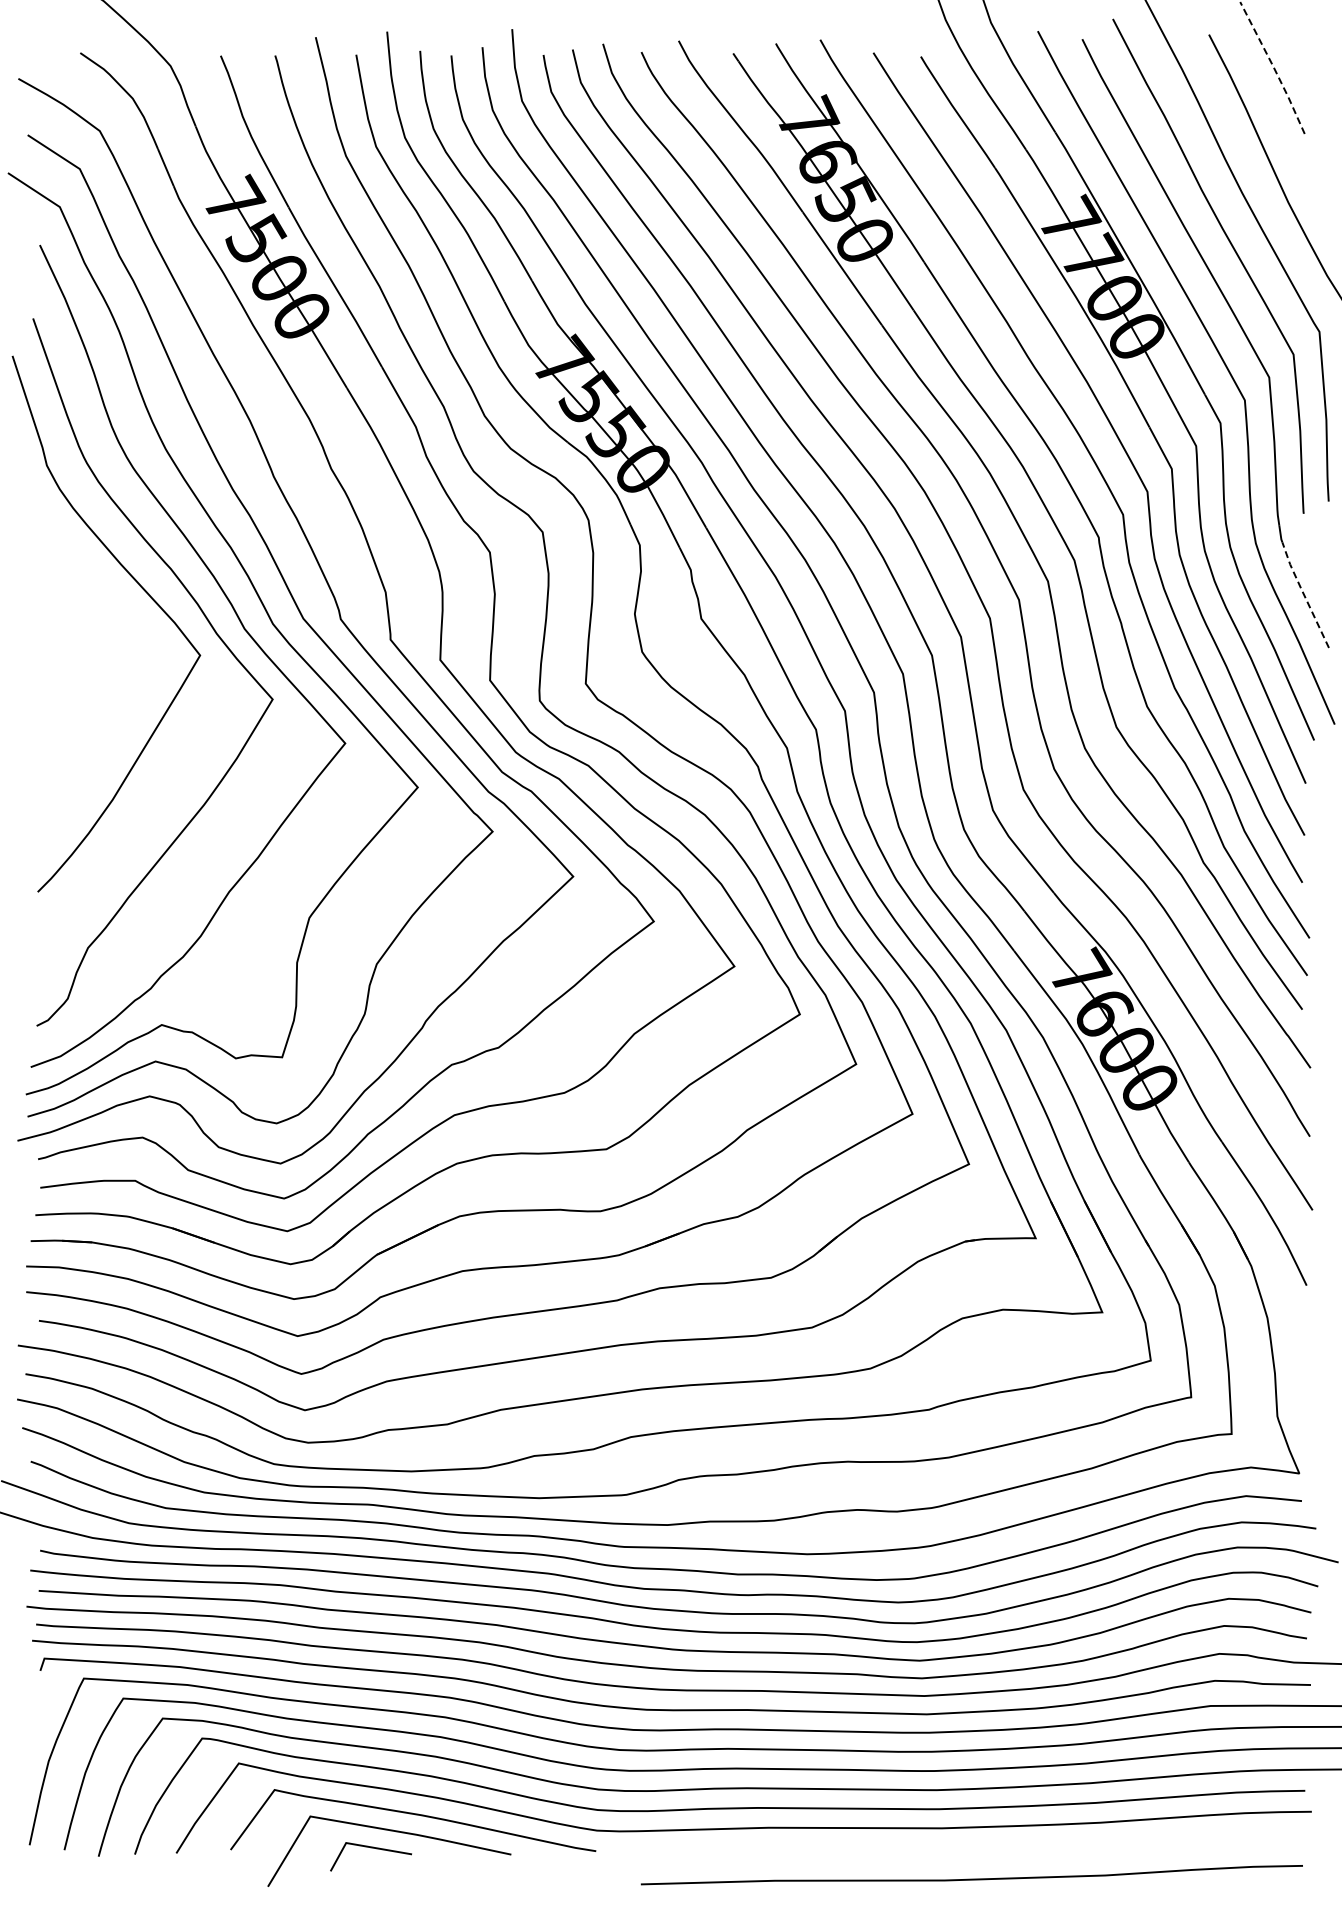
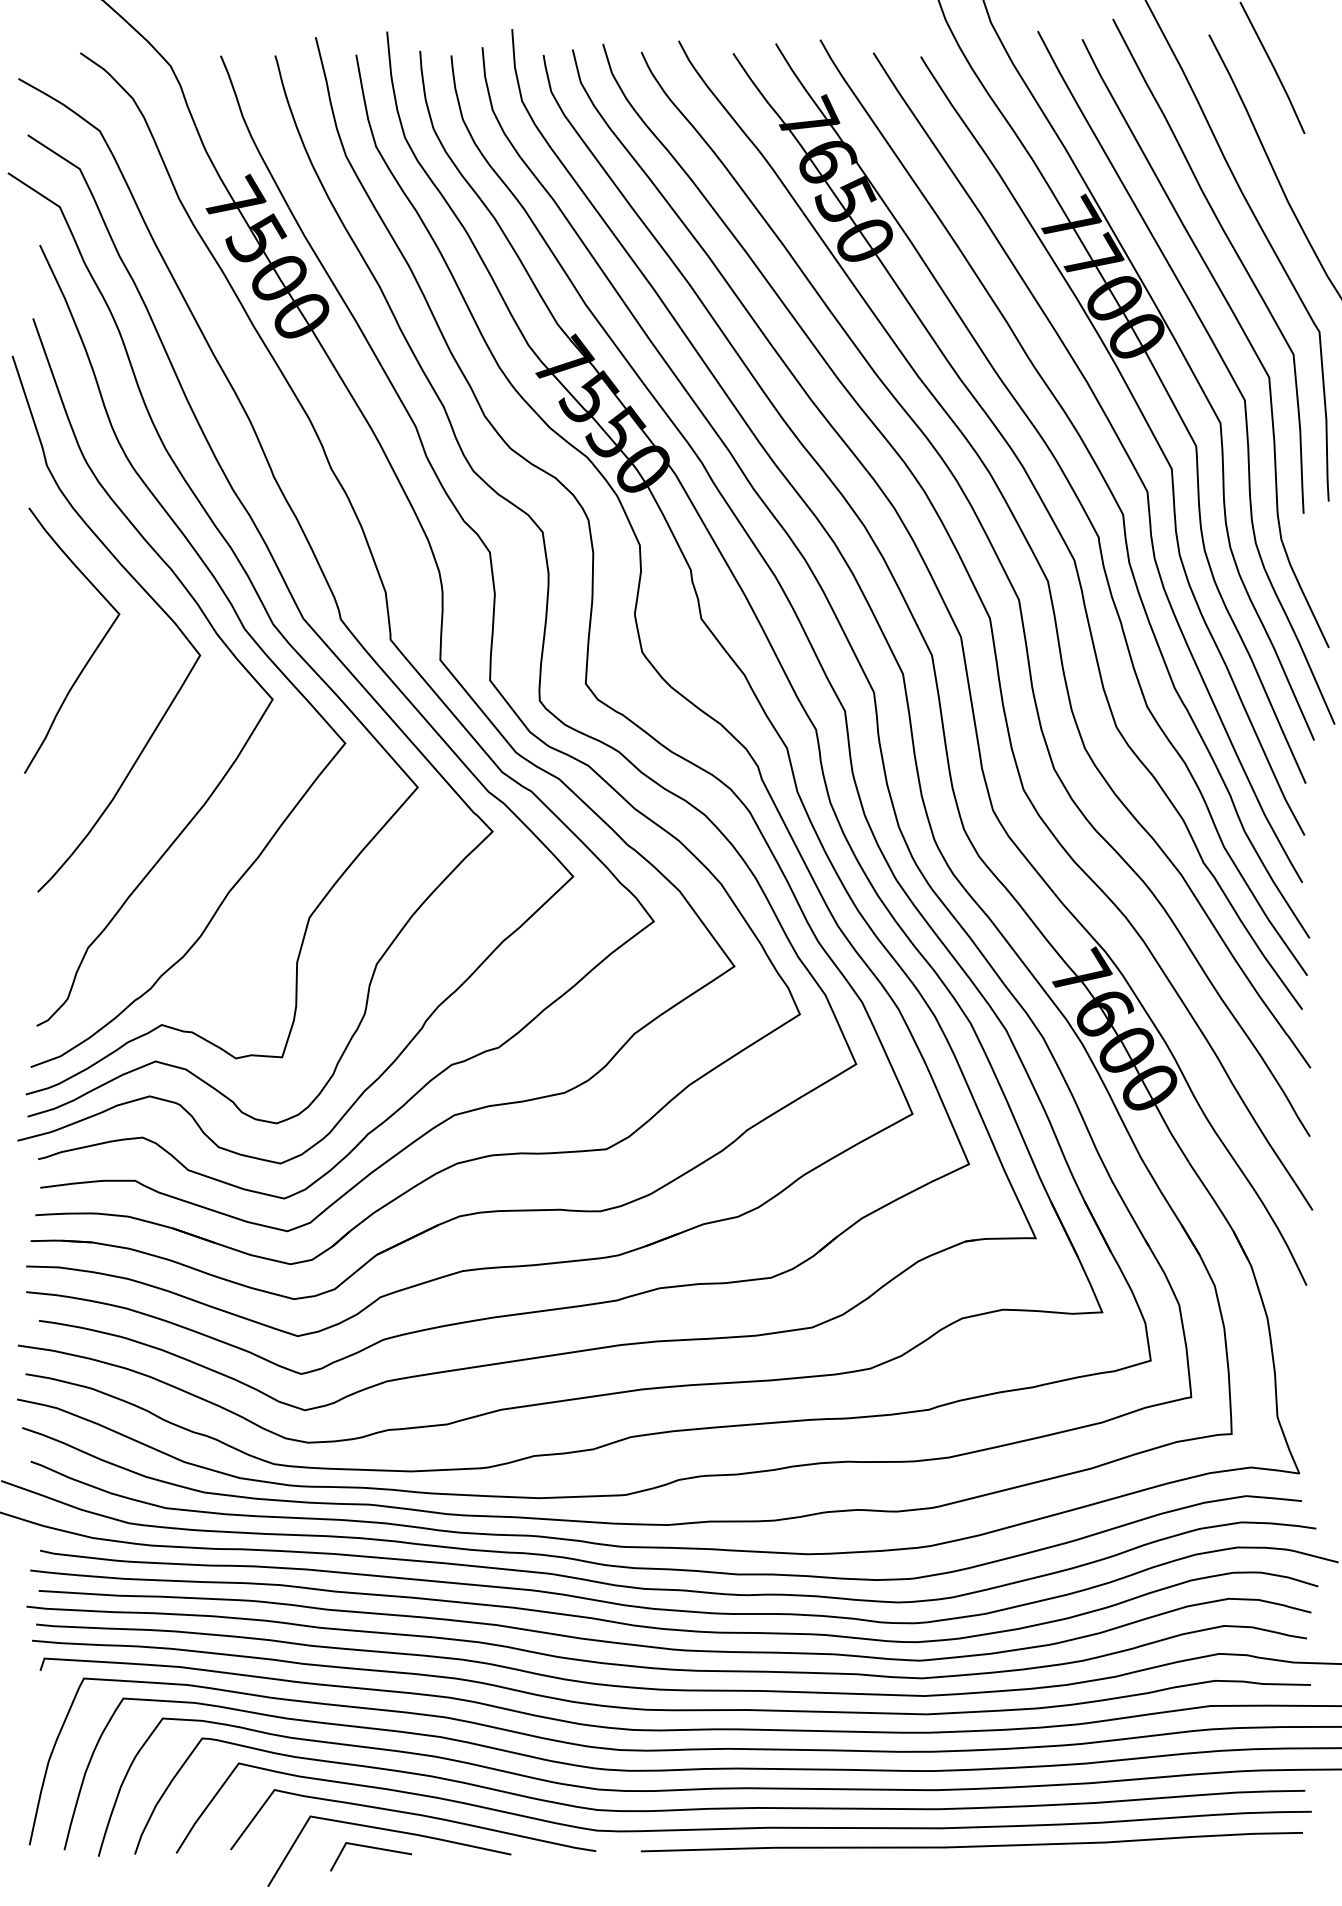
line at (1273, 67): dashed -> solid
line at (1303, 593): dashed -> solid
curve at (91, 654): none -> present
curve at (971, 1878) position: (971, 1878) -> (971, 1845)
